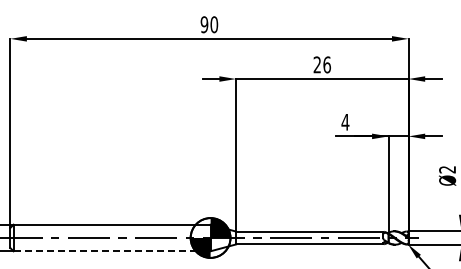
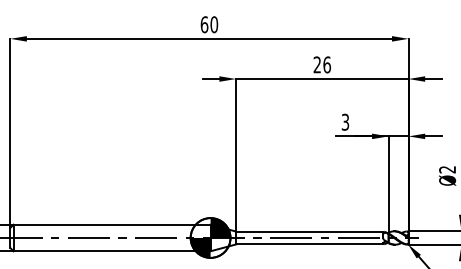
text at (204, 24): 90 -> 60
text at (345, 121): 4 -> 3
line at (112, 251): dashed -> solid
